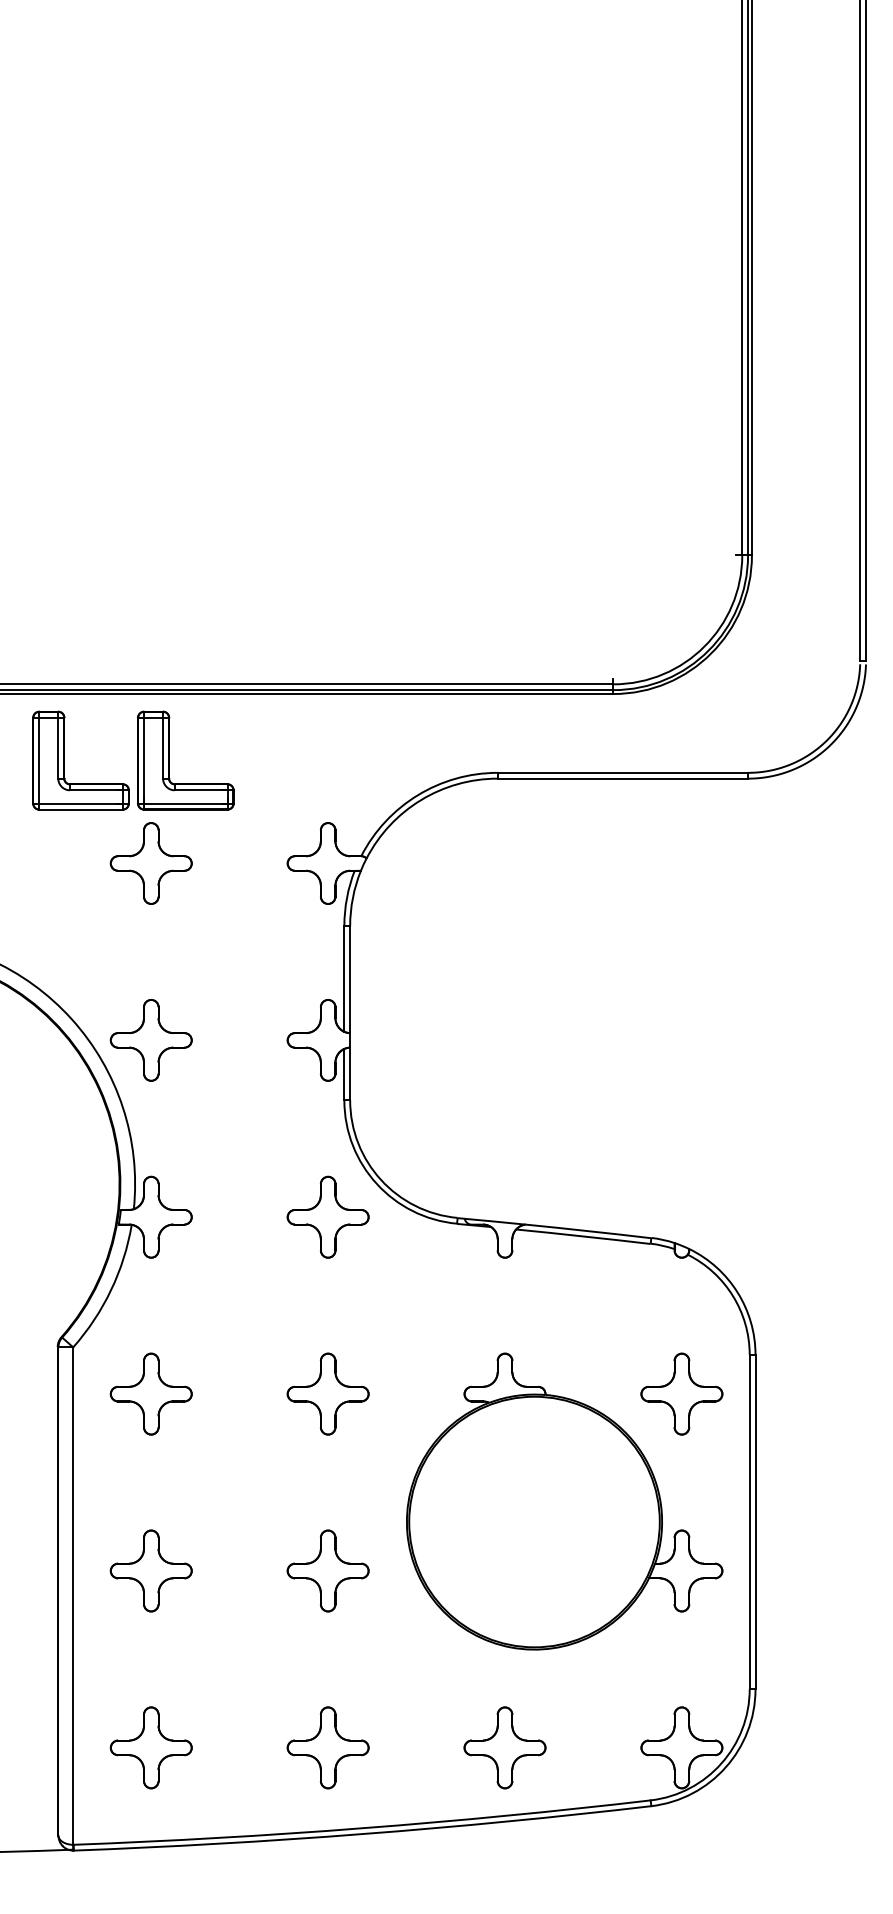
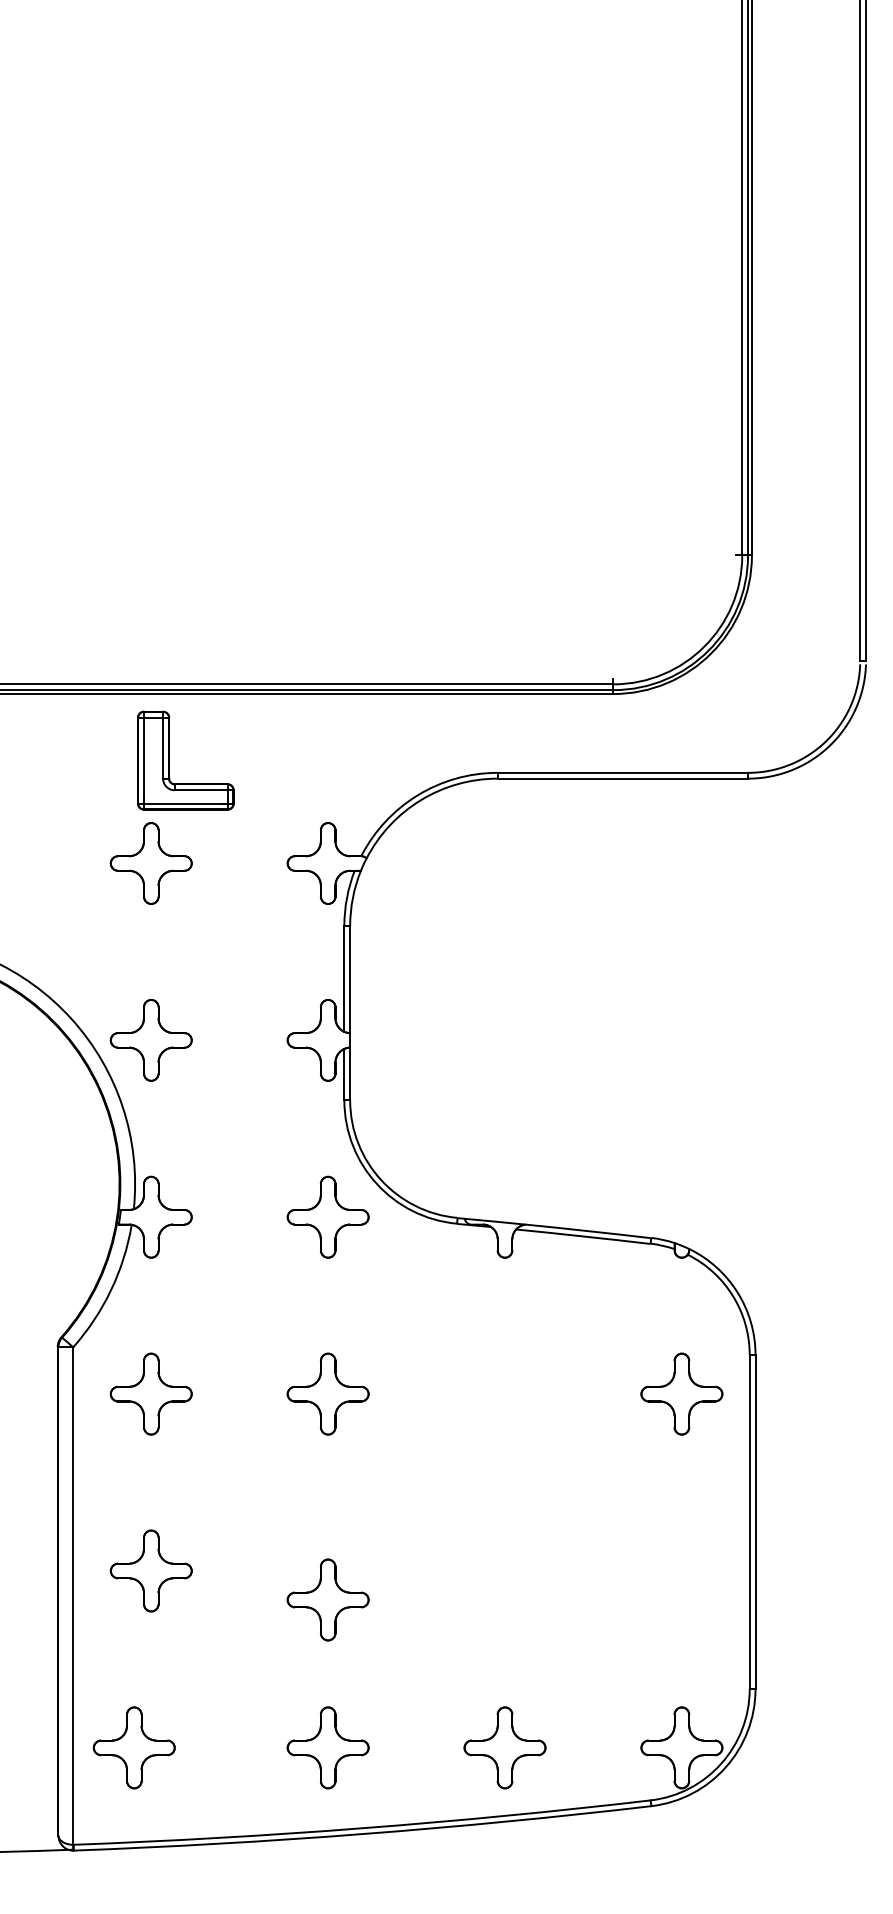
part at (64, 760): present -> none
part at (564, 1501): present -> none
part at (327, 1570) position: (327, 1570) -> (327, 1599)
part at (150, 1747) position: (150, 1747) -> (133, 1747)
